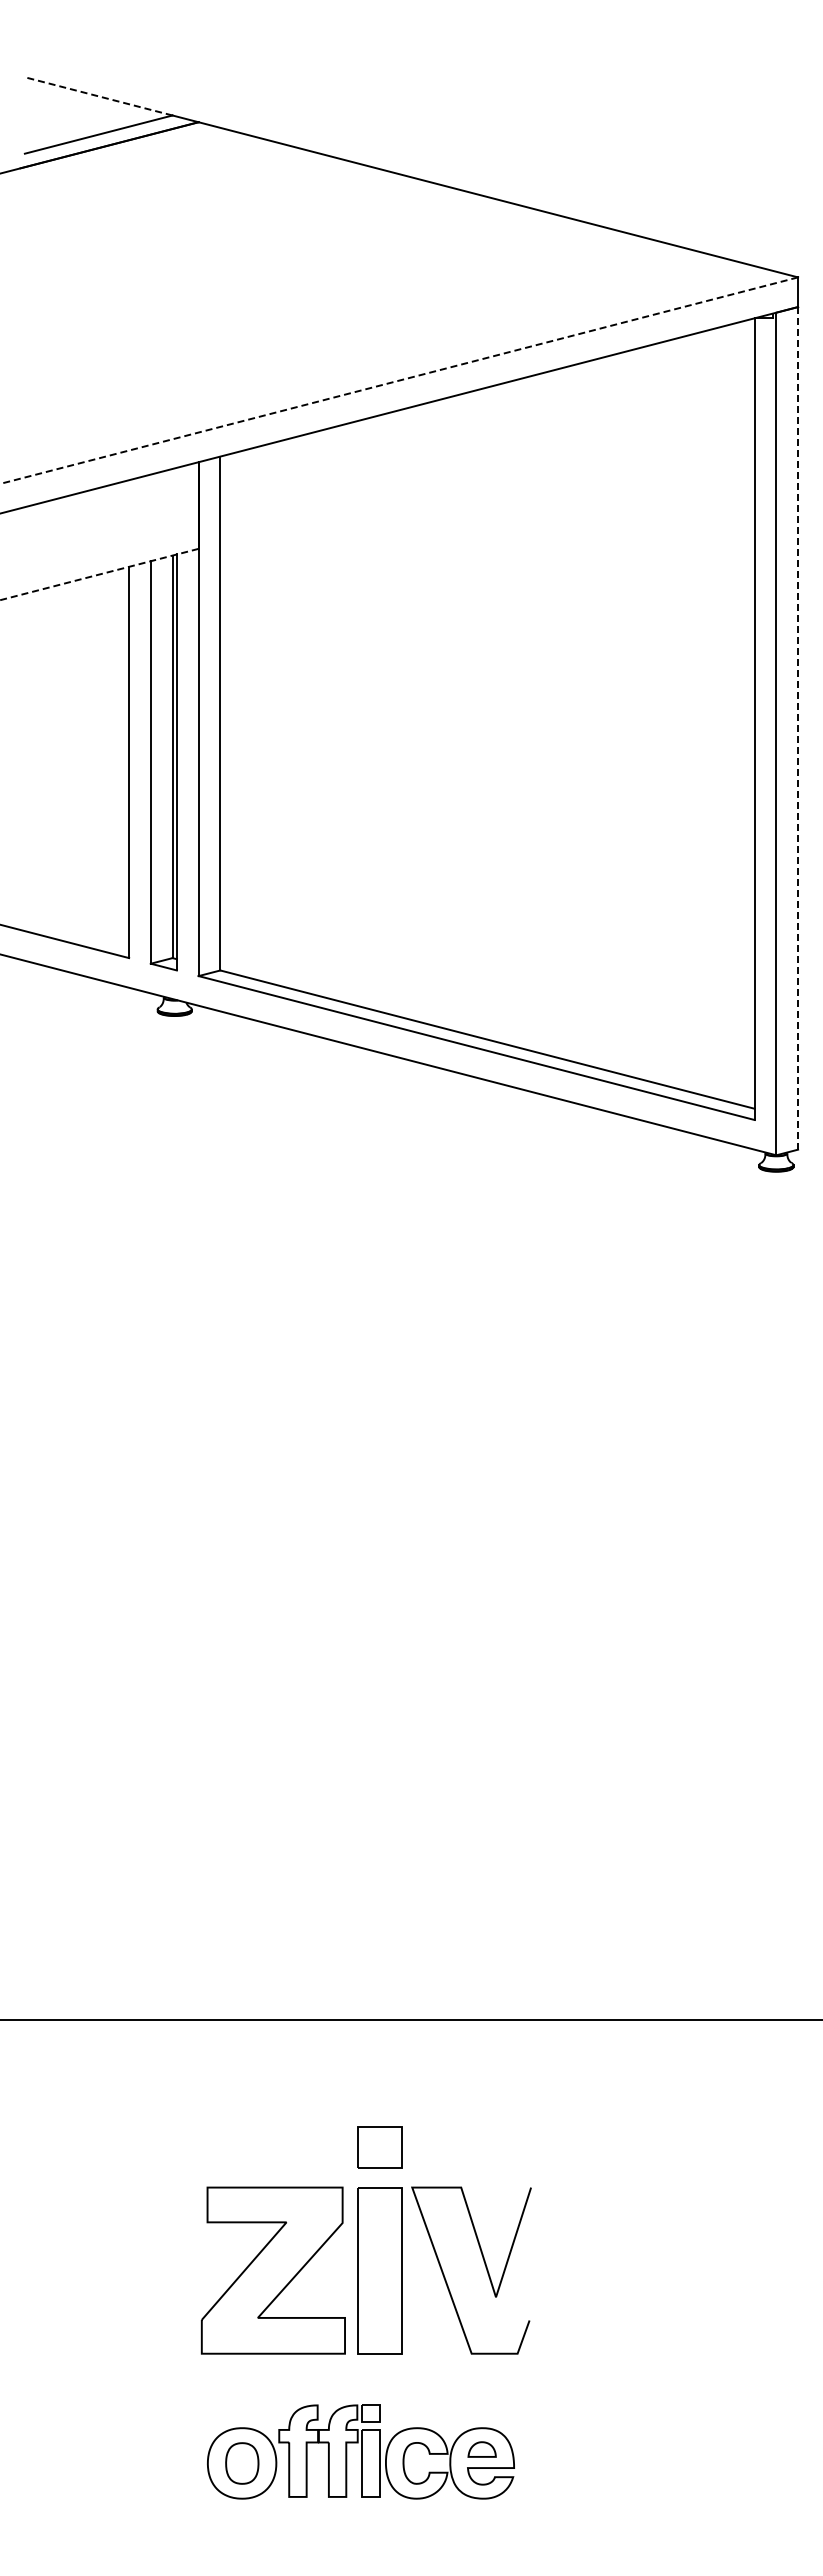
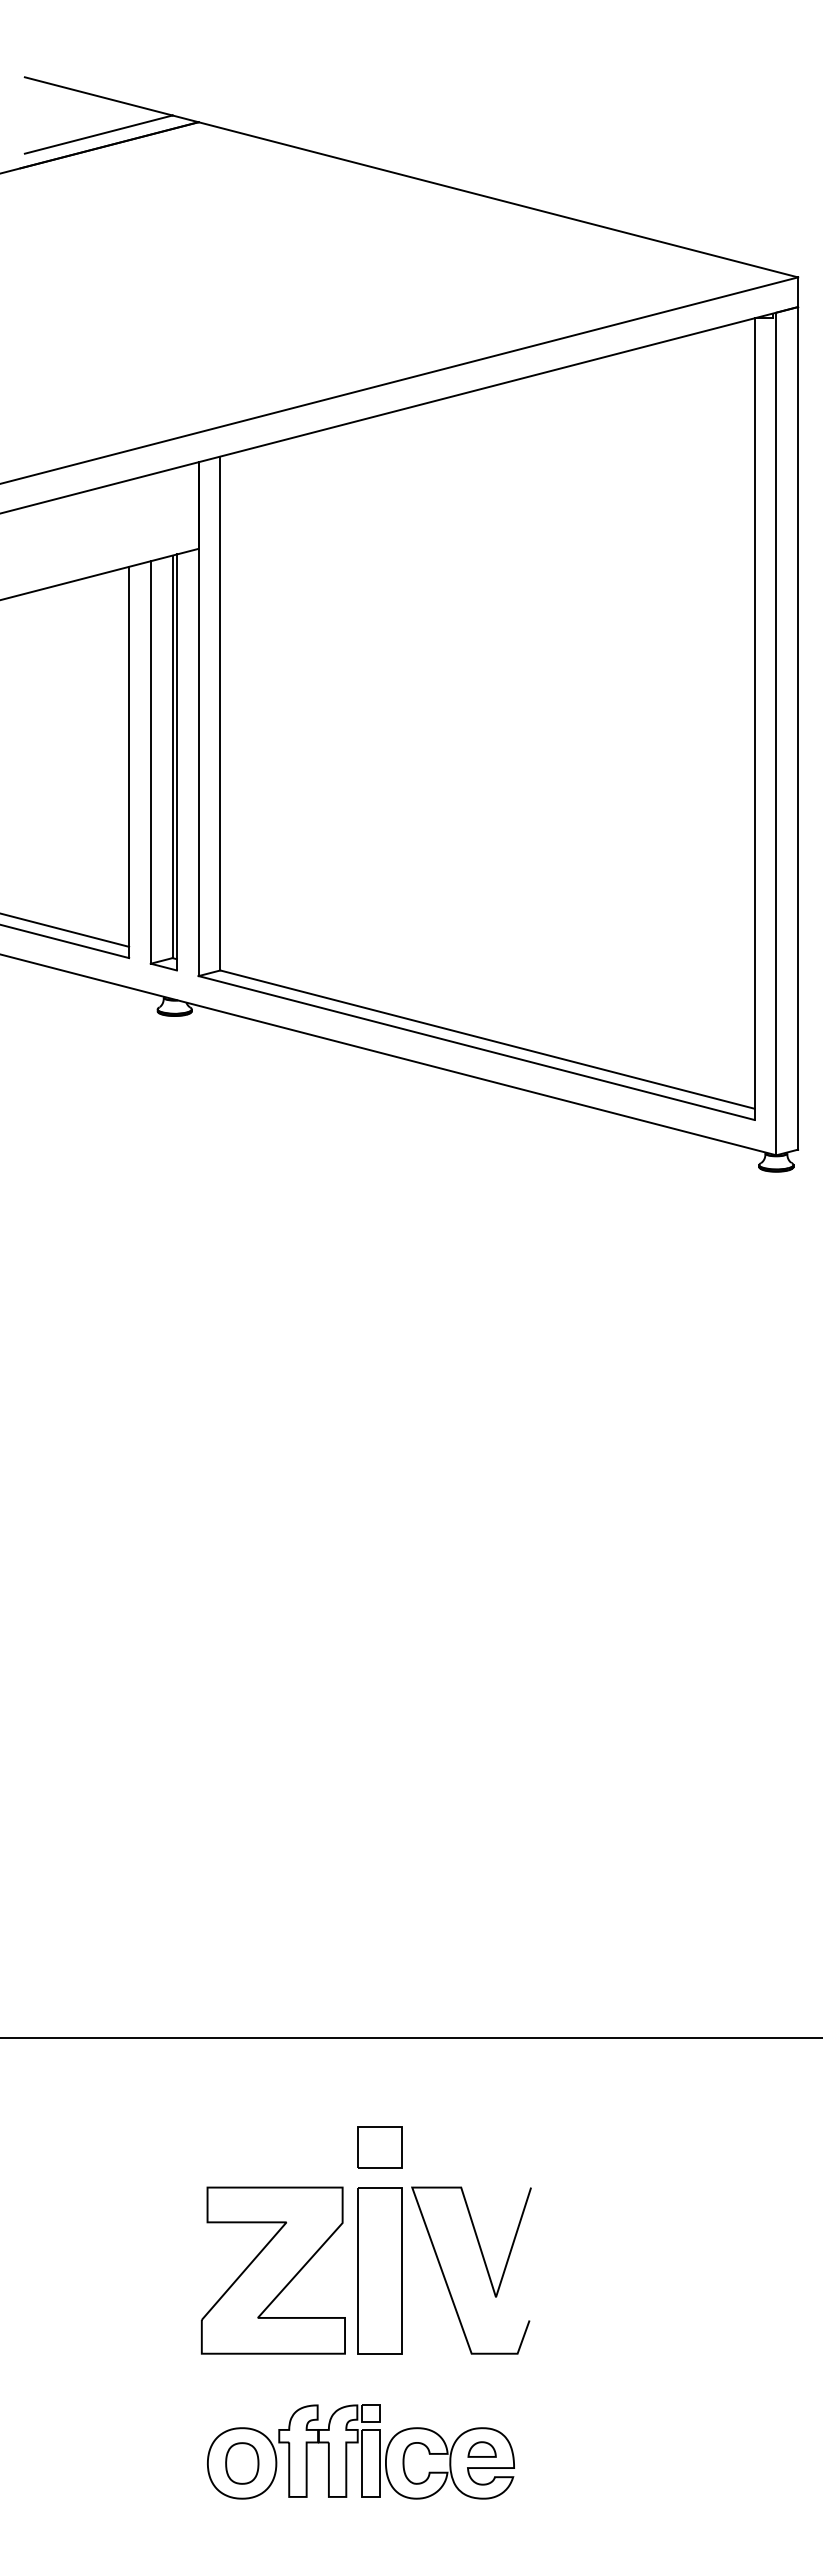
line at (98, 96): dashed -> solid
line at (399, 380): dashed -> solid
line at (98, 574): dashed -> solid
line at (798, 727): dashed -> solid
line at (65, 929): none -> present
line at (410, 2020) position: (410, 2020) -> (410, 2038)
